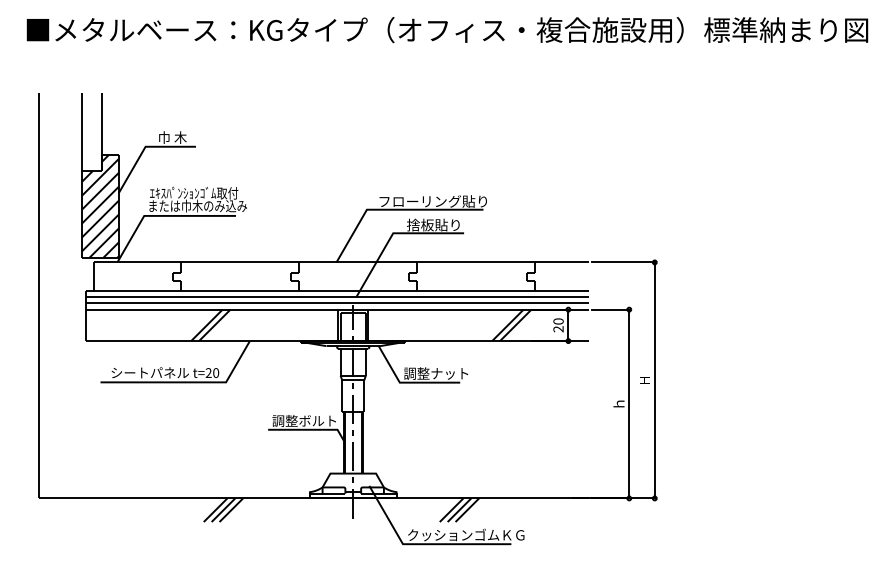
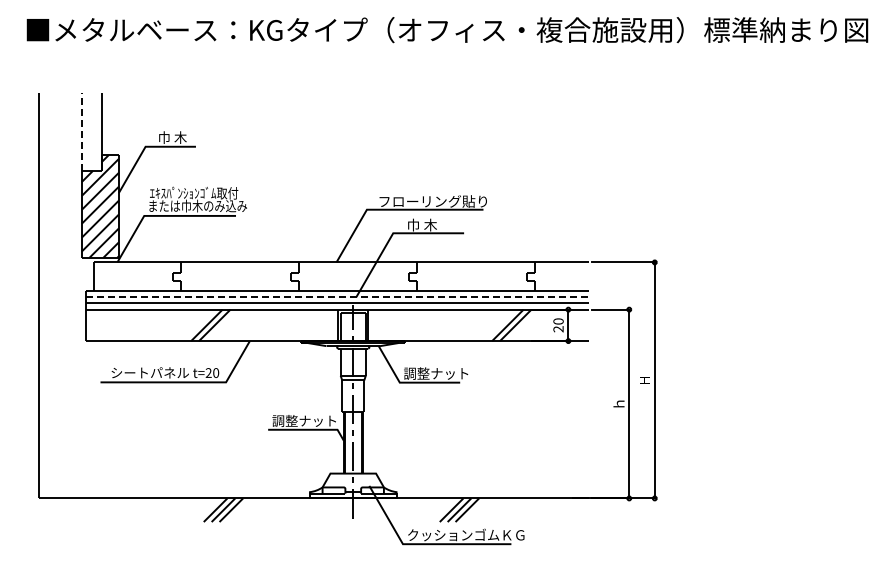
line at (81, 132): solid -> dashed
text at (433, 224): 捨板貼り -> 巾 木
line at (337, 297): solid -> dashed
text at (311, 420): 調整ボルト -> 調整ナット
